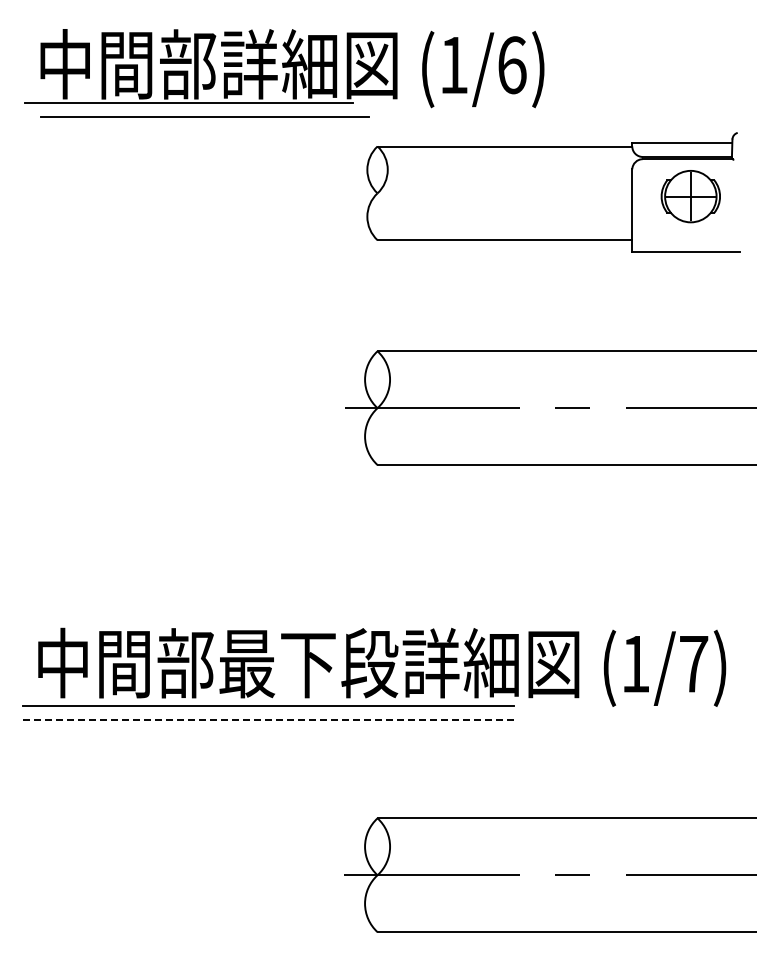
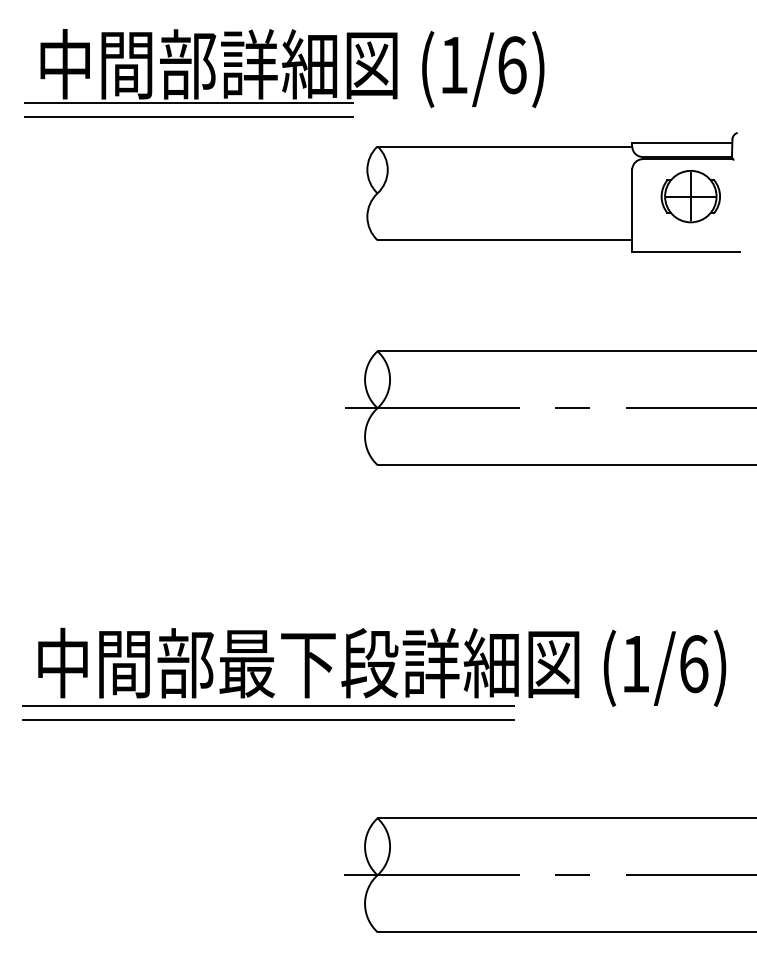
line at (204, 116) position: (204, 116) -> (188, 116)
text at (694, 664): (1/7) -> (1/6)
line at (268, 720): dashed -> solid
